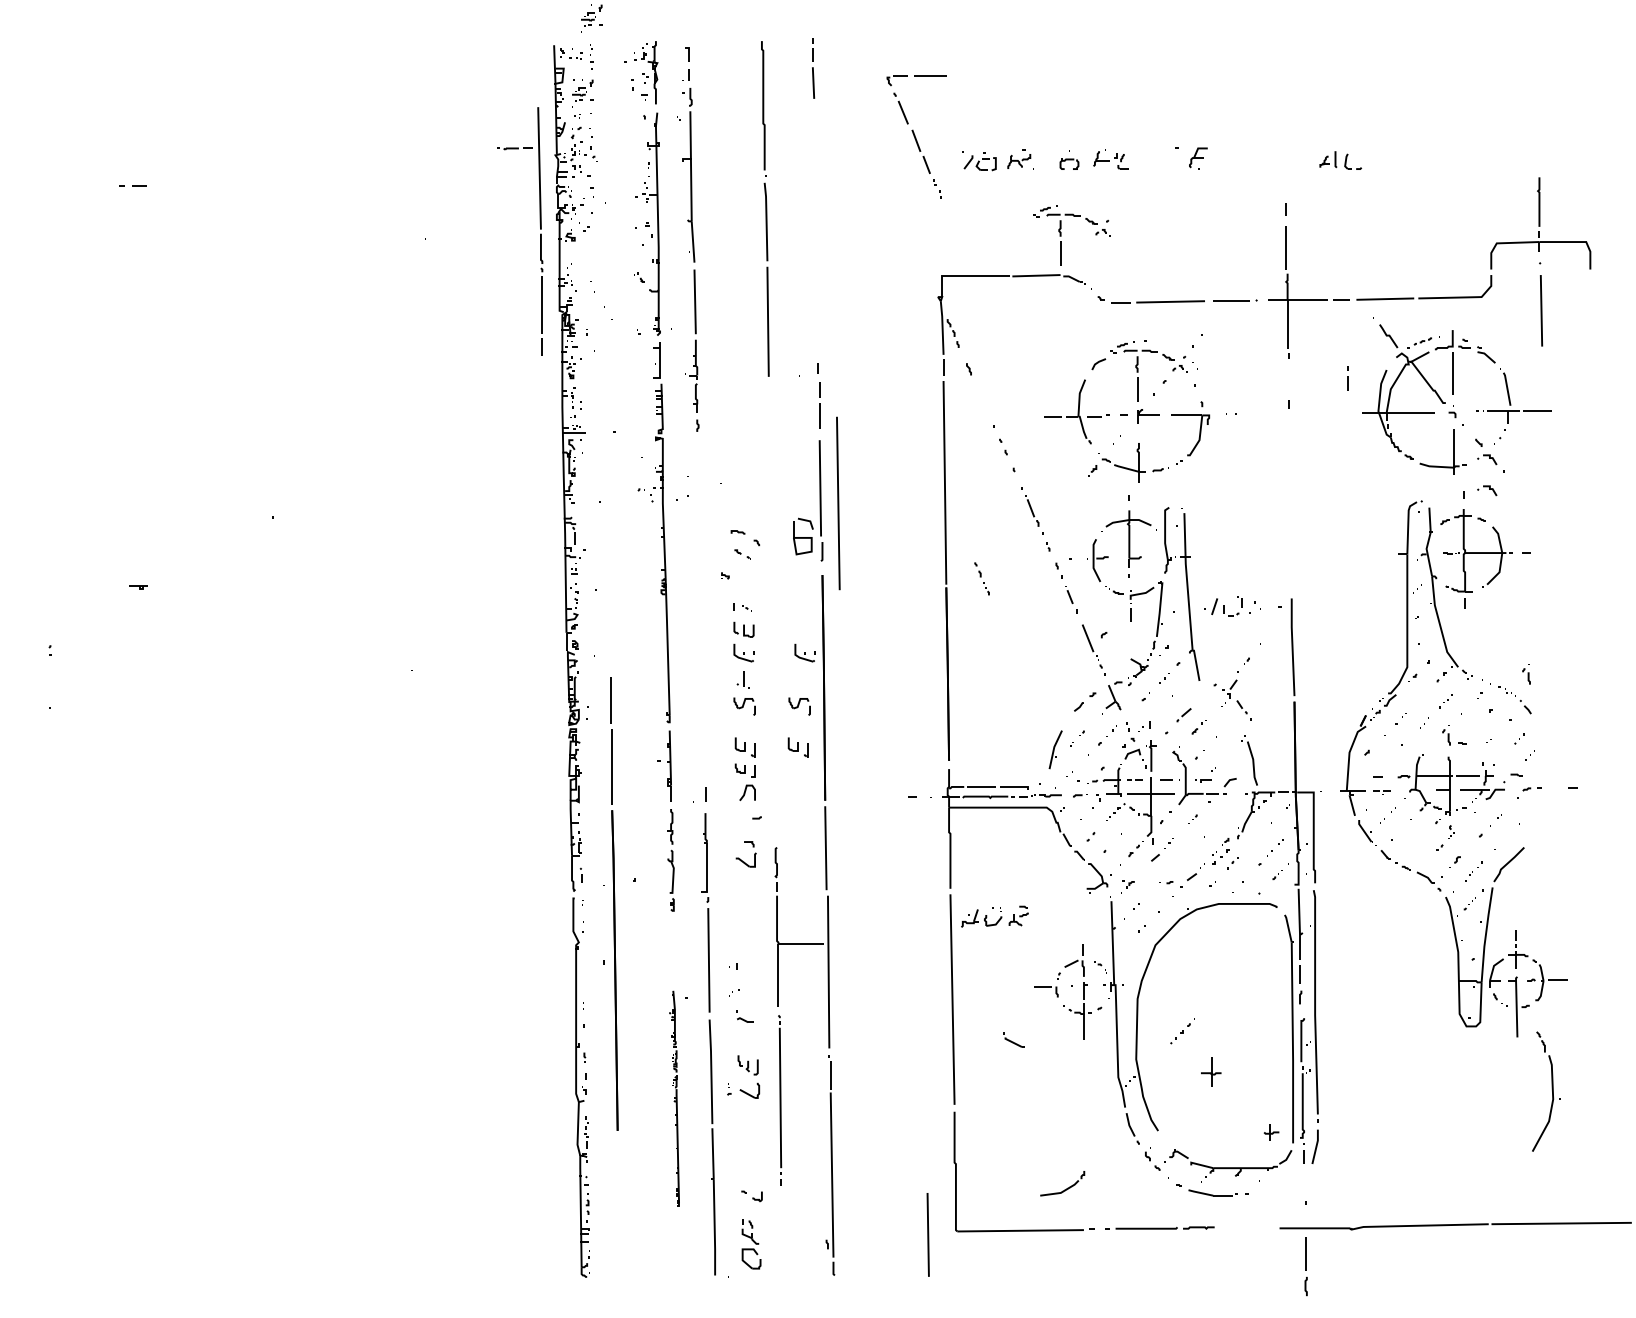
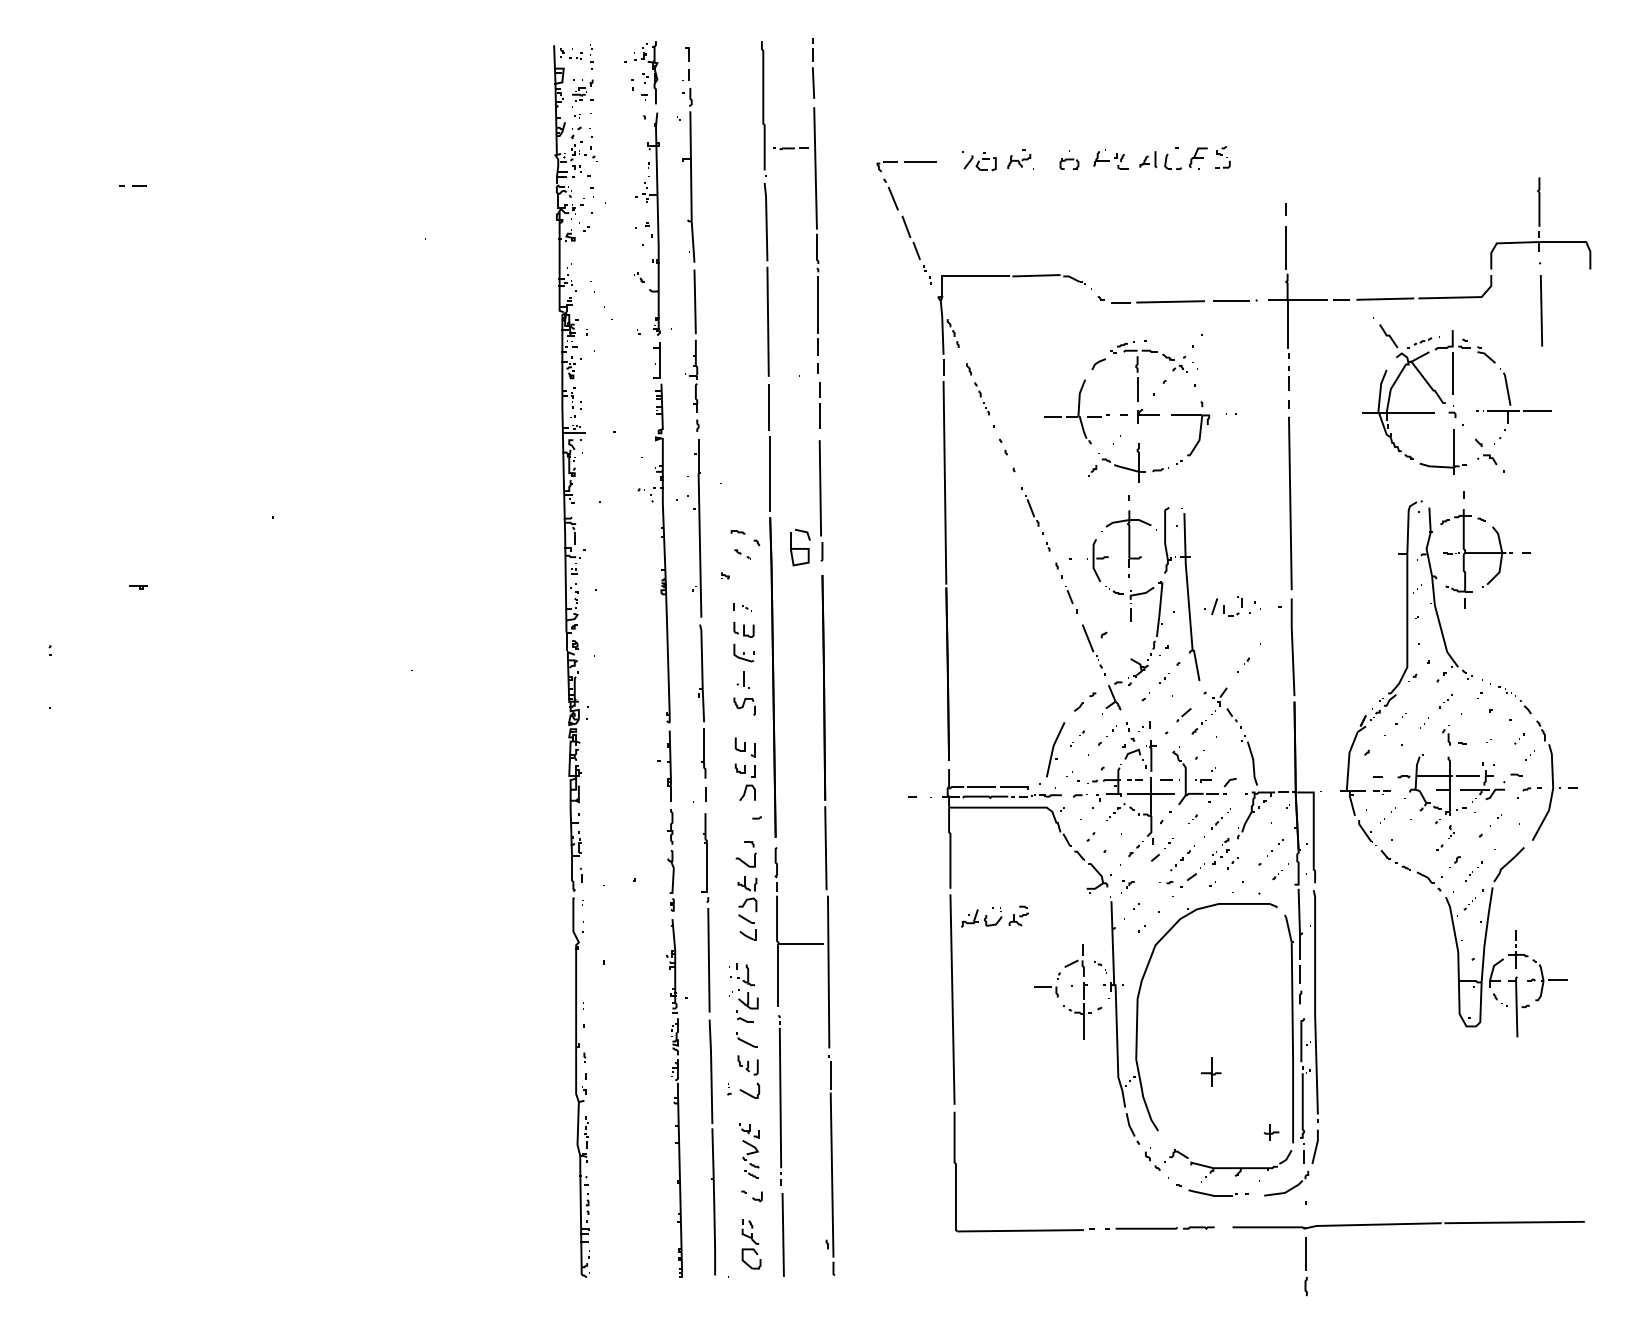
part at (591, 18): present -> none
part at (916, 136) position: (916, 136) -> (906, 222)
part at (1222, 157): none -> present
part at (1340, 160) position: (1340, 160) -> (1160, 160)
part at (540, 229) position: (540, 229) -> (816, 229)
part at (1061, 235): present -> none
line at (1347, 378) position: (1347, 378) -> (1288, 378)
part at (1487, 490): present -> none
line at (838, 503) position: (838, 503) -> (1290, 503)
part at (803, 536) position: (803, 536) -> (800, 547)
part at (981, 578) position: (981, 578) -> (981, 398)
part at (699, 608): none -> present
part at (804, 652): present -> none
part at (1526, 674): present -> none
part at (1232, 699) position: (1232, 699) -> (1222, 707)
part at (799, 706): present -> none
part at (797, 747): present -> none
part at (1055, 749) size: 15x40 px -> 20x56 px
part at (1220, 818): none -> present
line at (614, 903) position: (614, 903) -> (772, 610)
part at (747, 908): none -> present
part at (744, 986): none -> present
part at (1182, 1031) position: (1182, 1031) -> (1182, 858)
part at (1013, 1039) position: (1013, 1039) -> (746, 1039)
part at (1546, 1091) position: (1546, 1091) -> (1546, 780)
part at (674, 1098) size: 11x217 px -> 17x359 px
part at (749, 1150): none -> present
part at (1064, 1189) position: (1064, 1189) -> (1288, 1189)
part at (1455, 1226) position: (1455, 1226) -> (1408, 1225)
line at (927, 1234) position: (927, 1234) -> (782, 1234)
